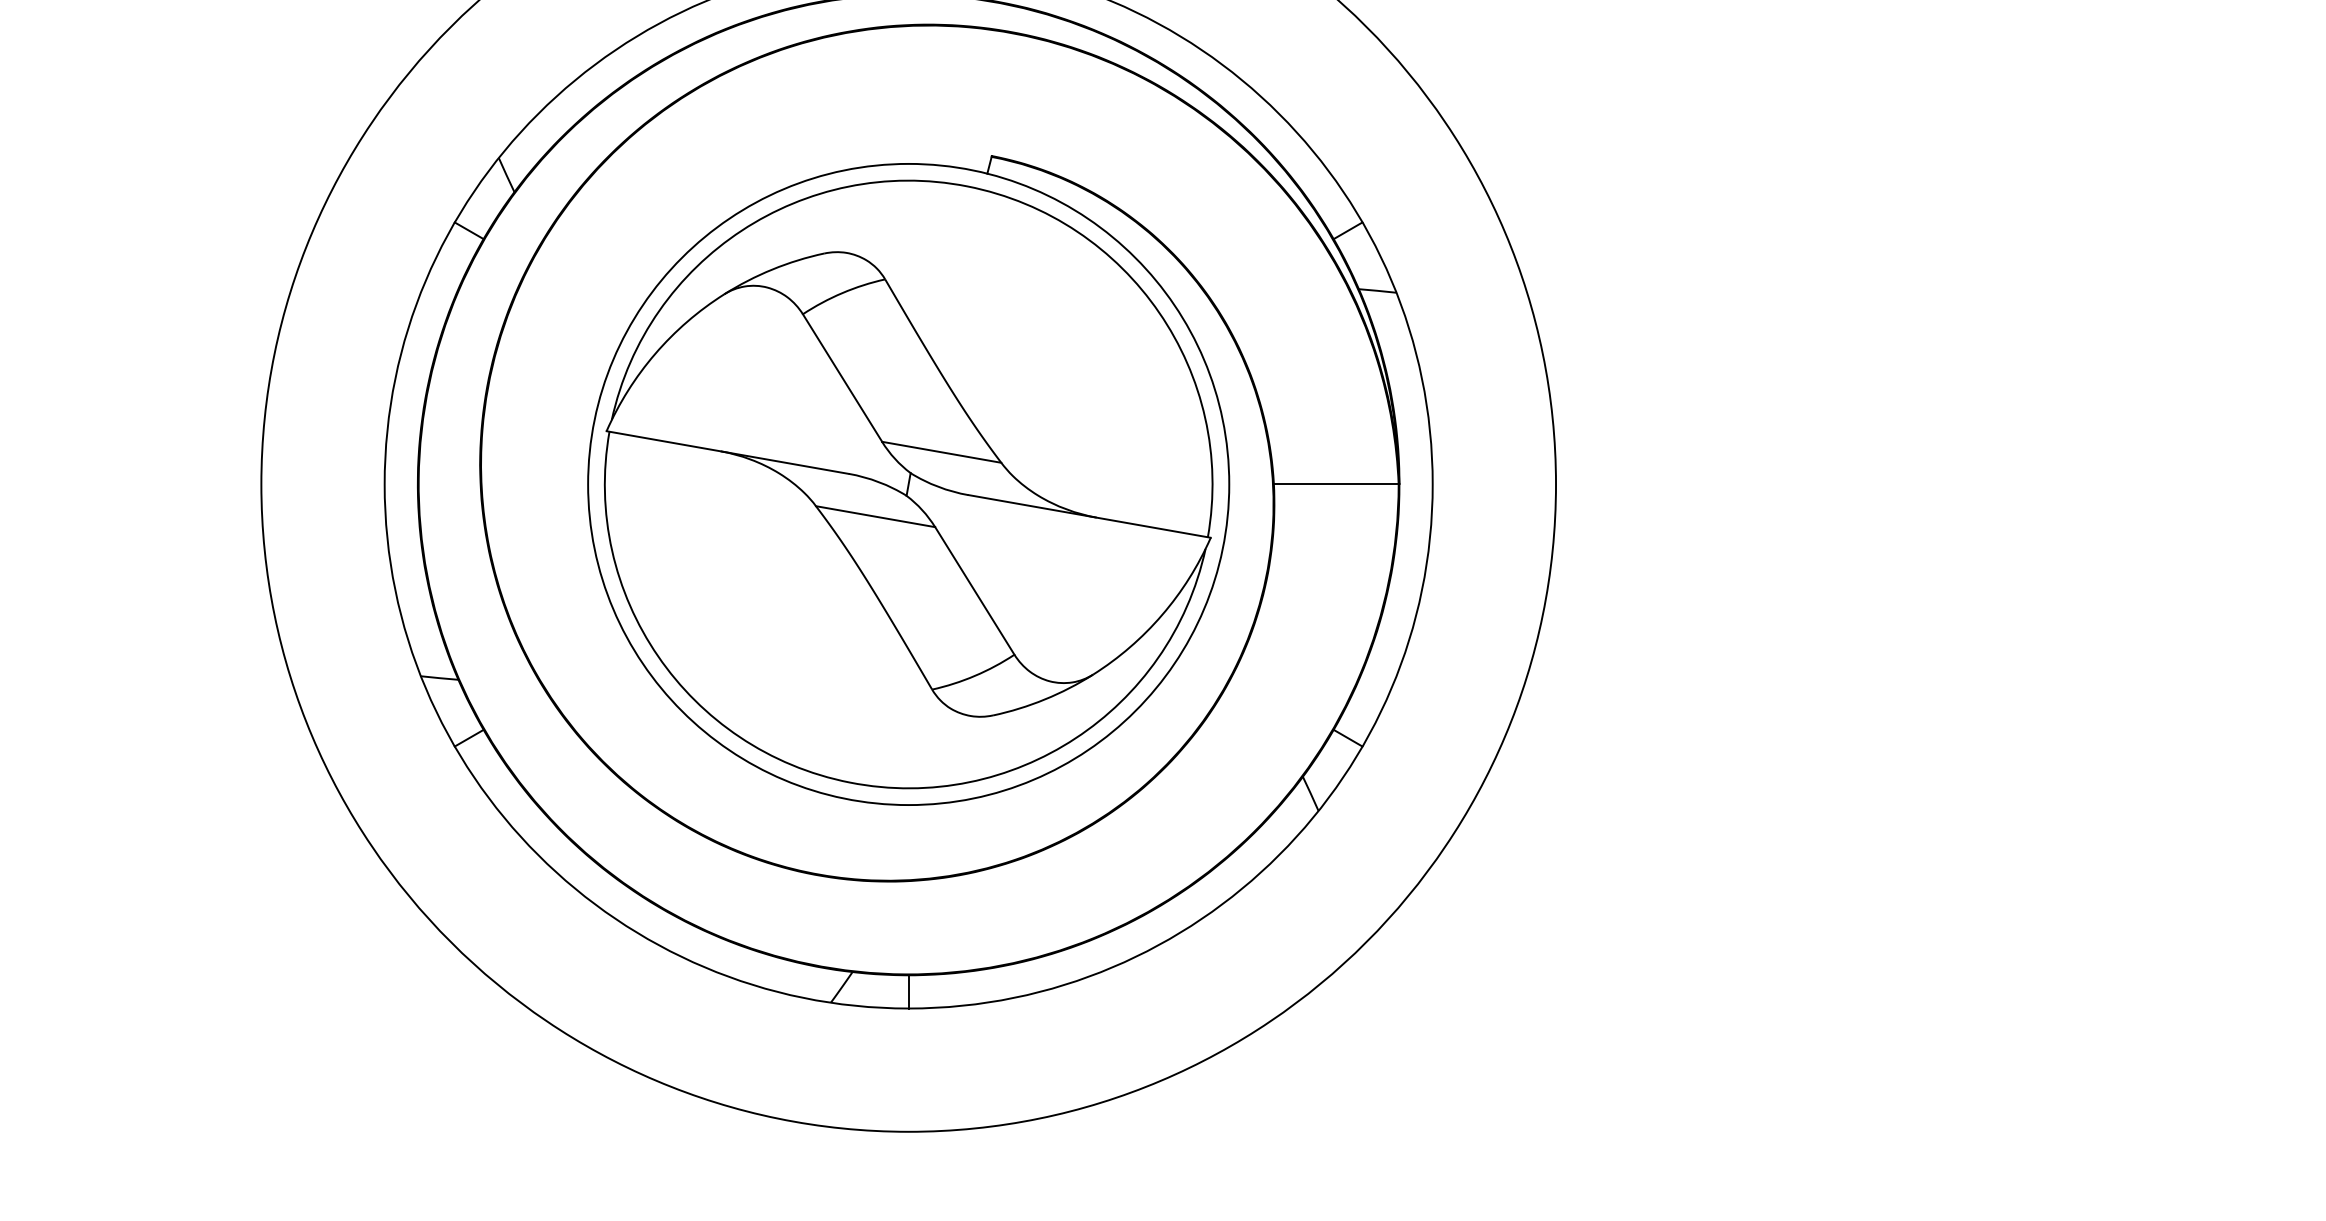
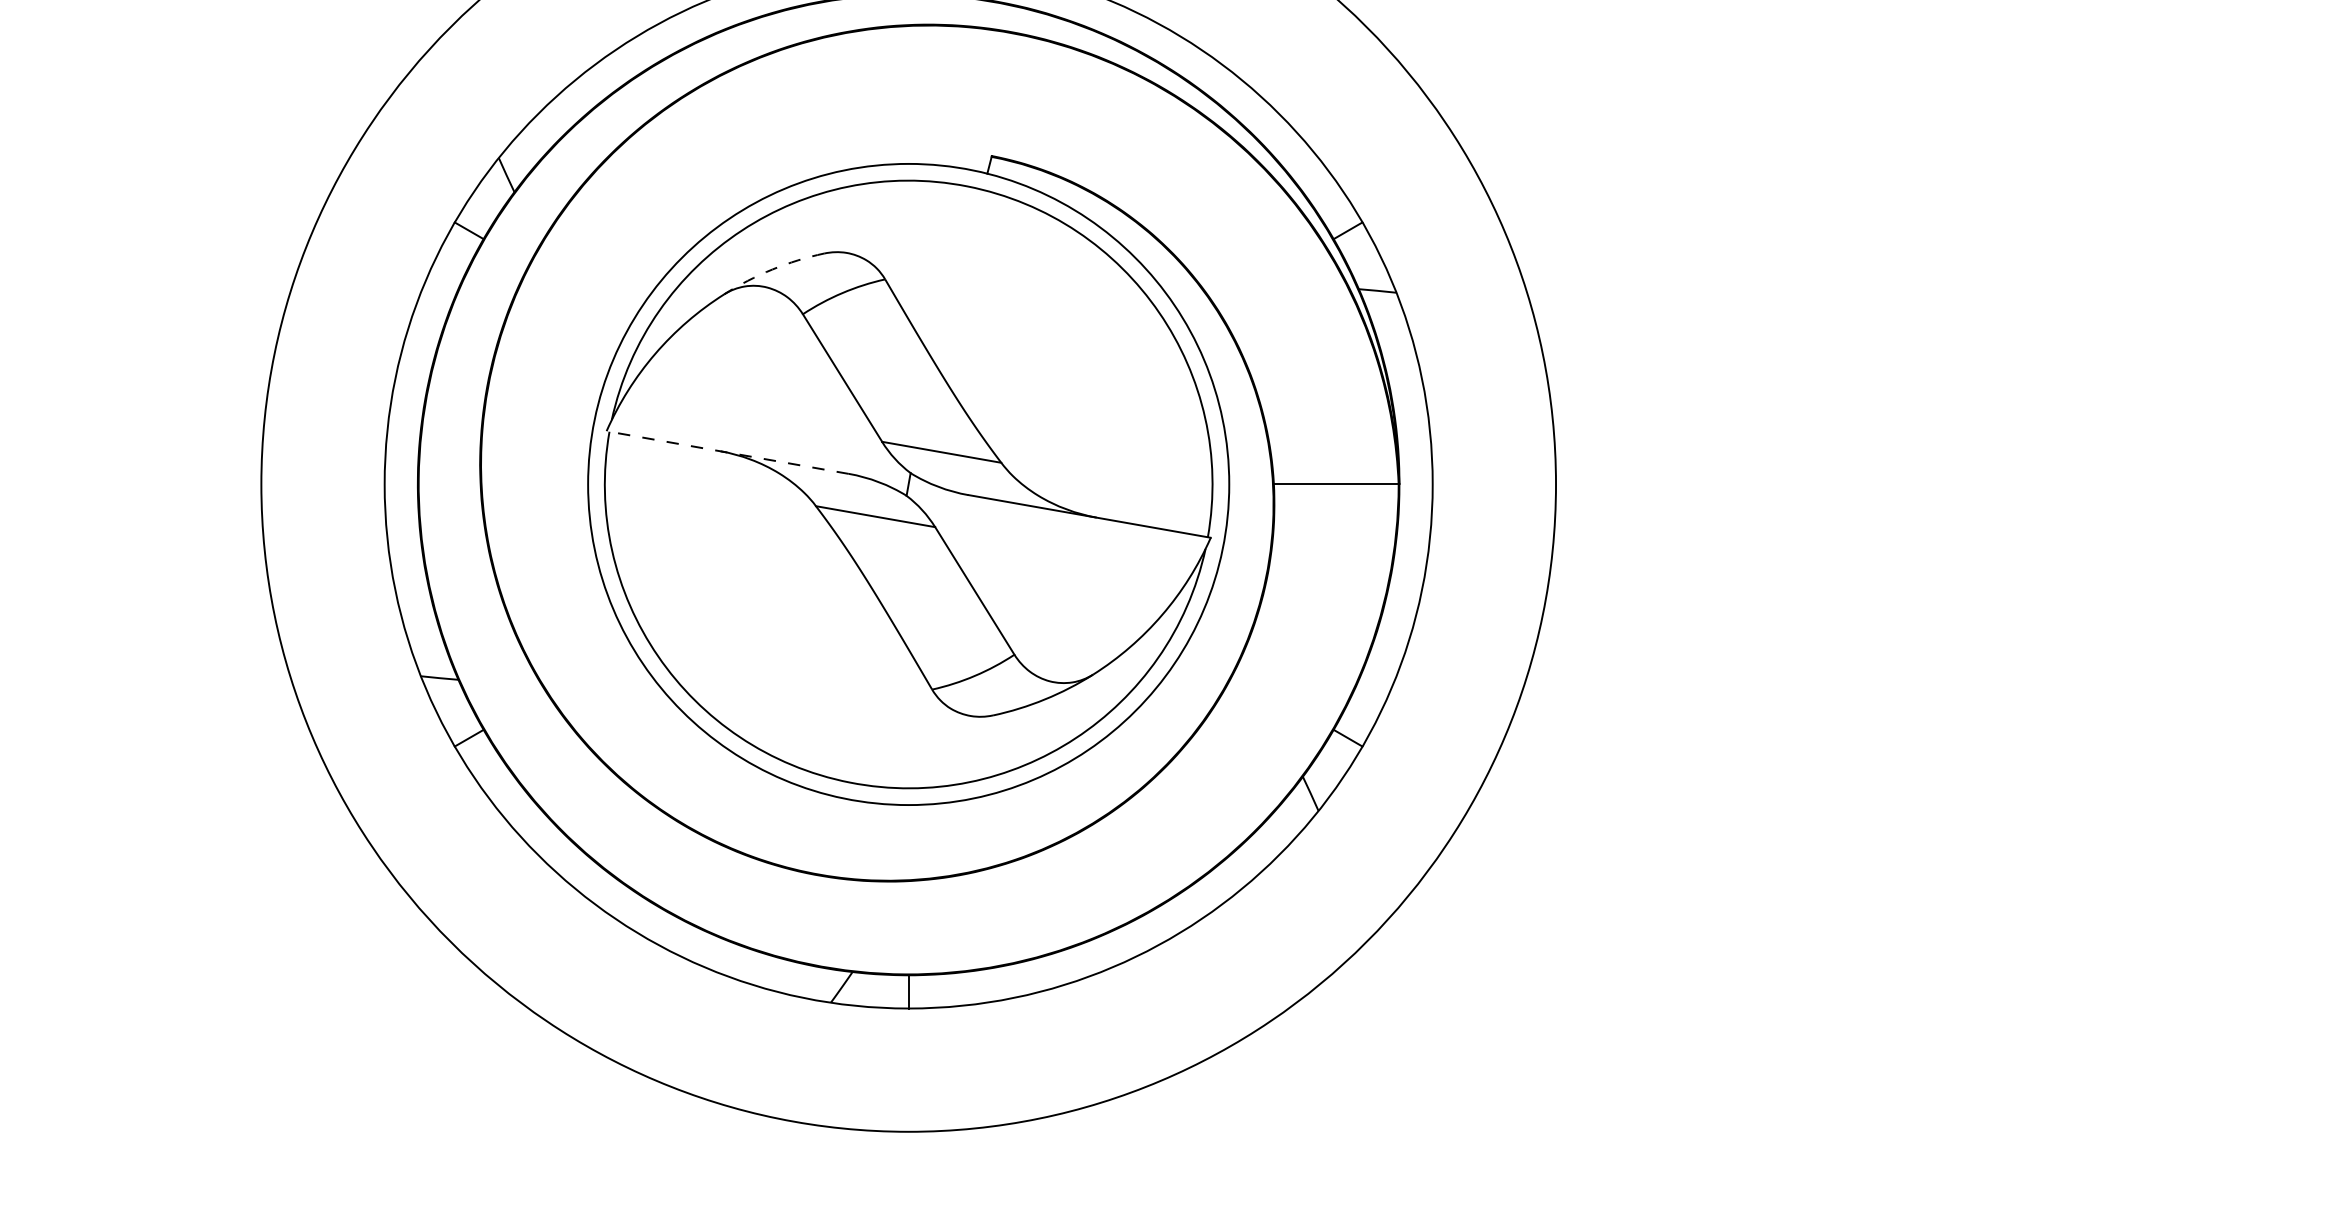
arc at (772, 269): solid -> dashed
line at (727, 452): solid -> dashed
